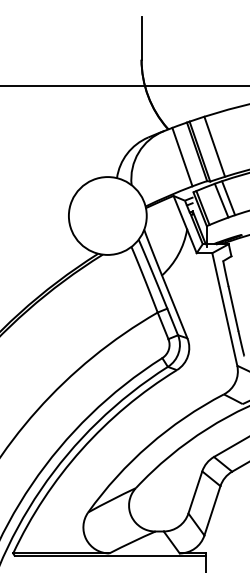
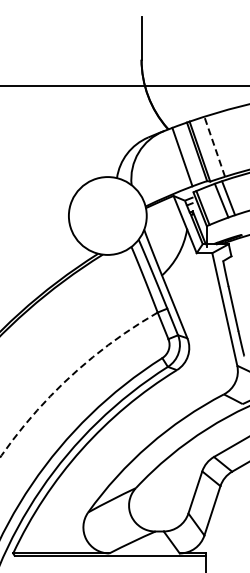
line at (214, 146): solid -> dashed
arc at (69, 377): solid -> dashed
